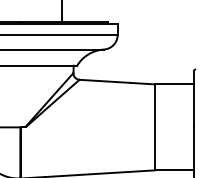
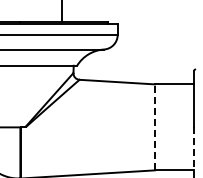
line at (155, 127): solid -> dashed
line at (193, 152): solid -> dashed
